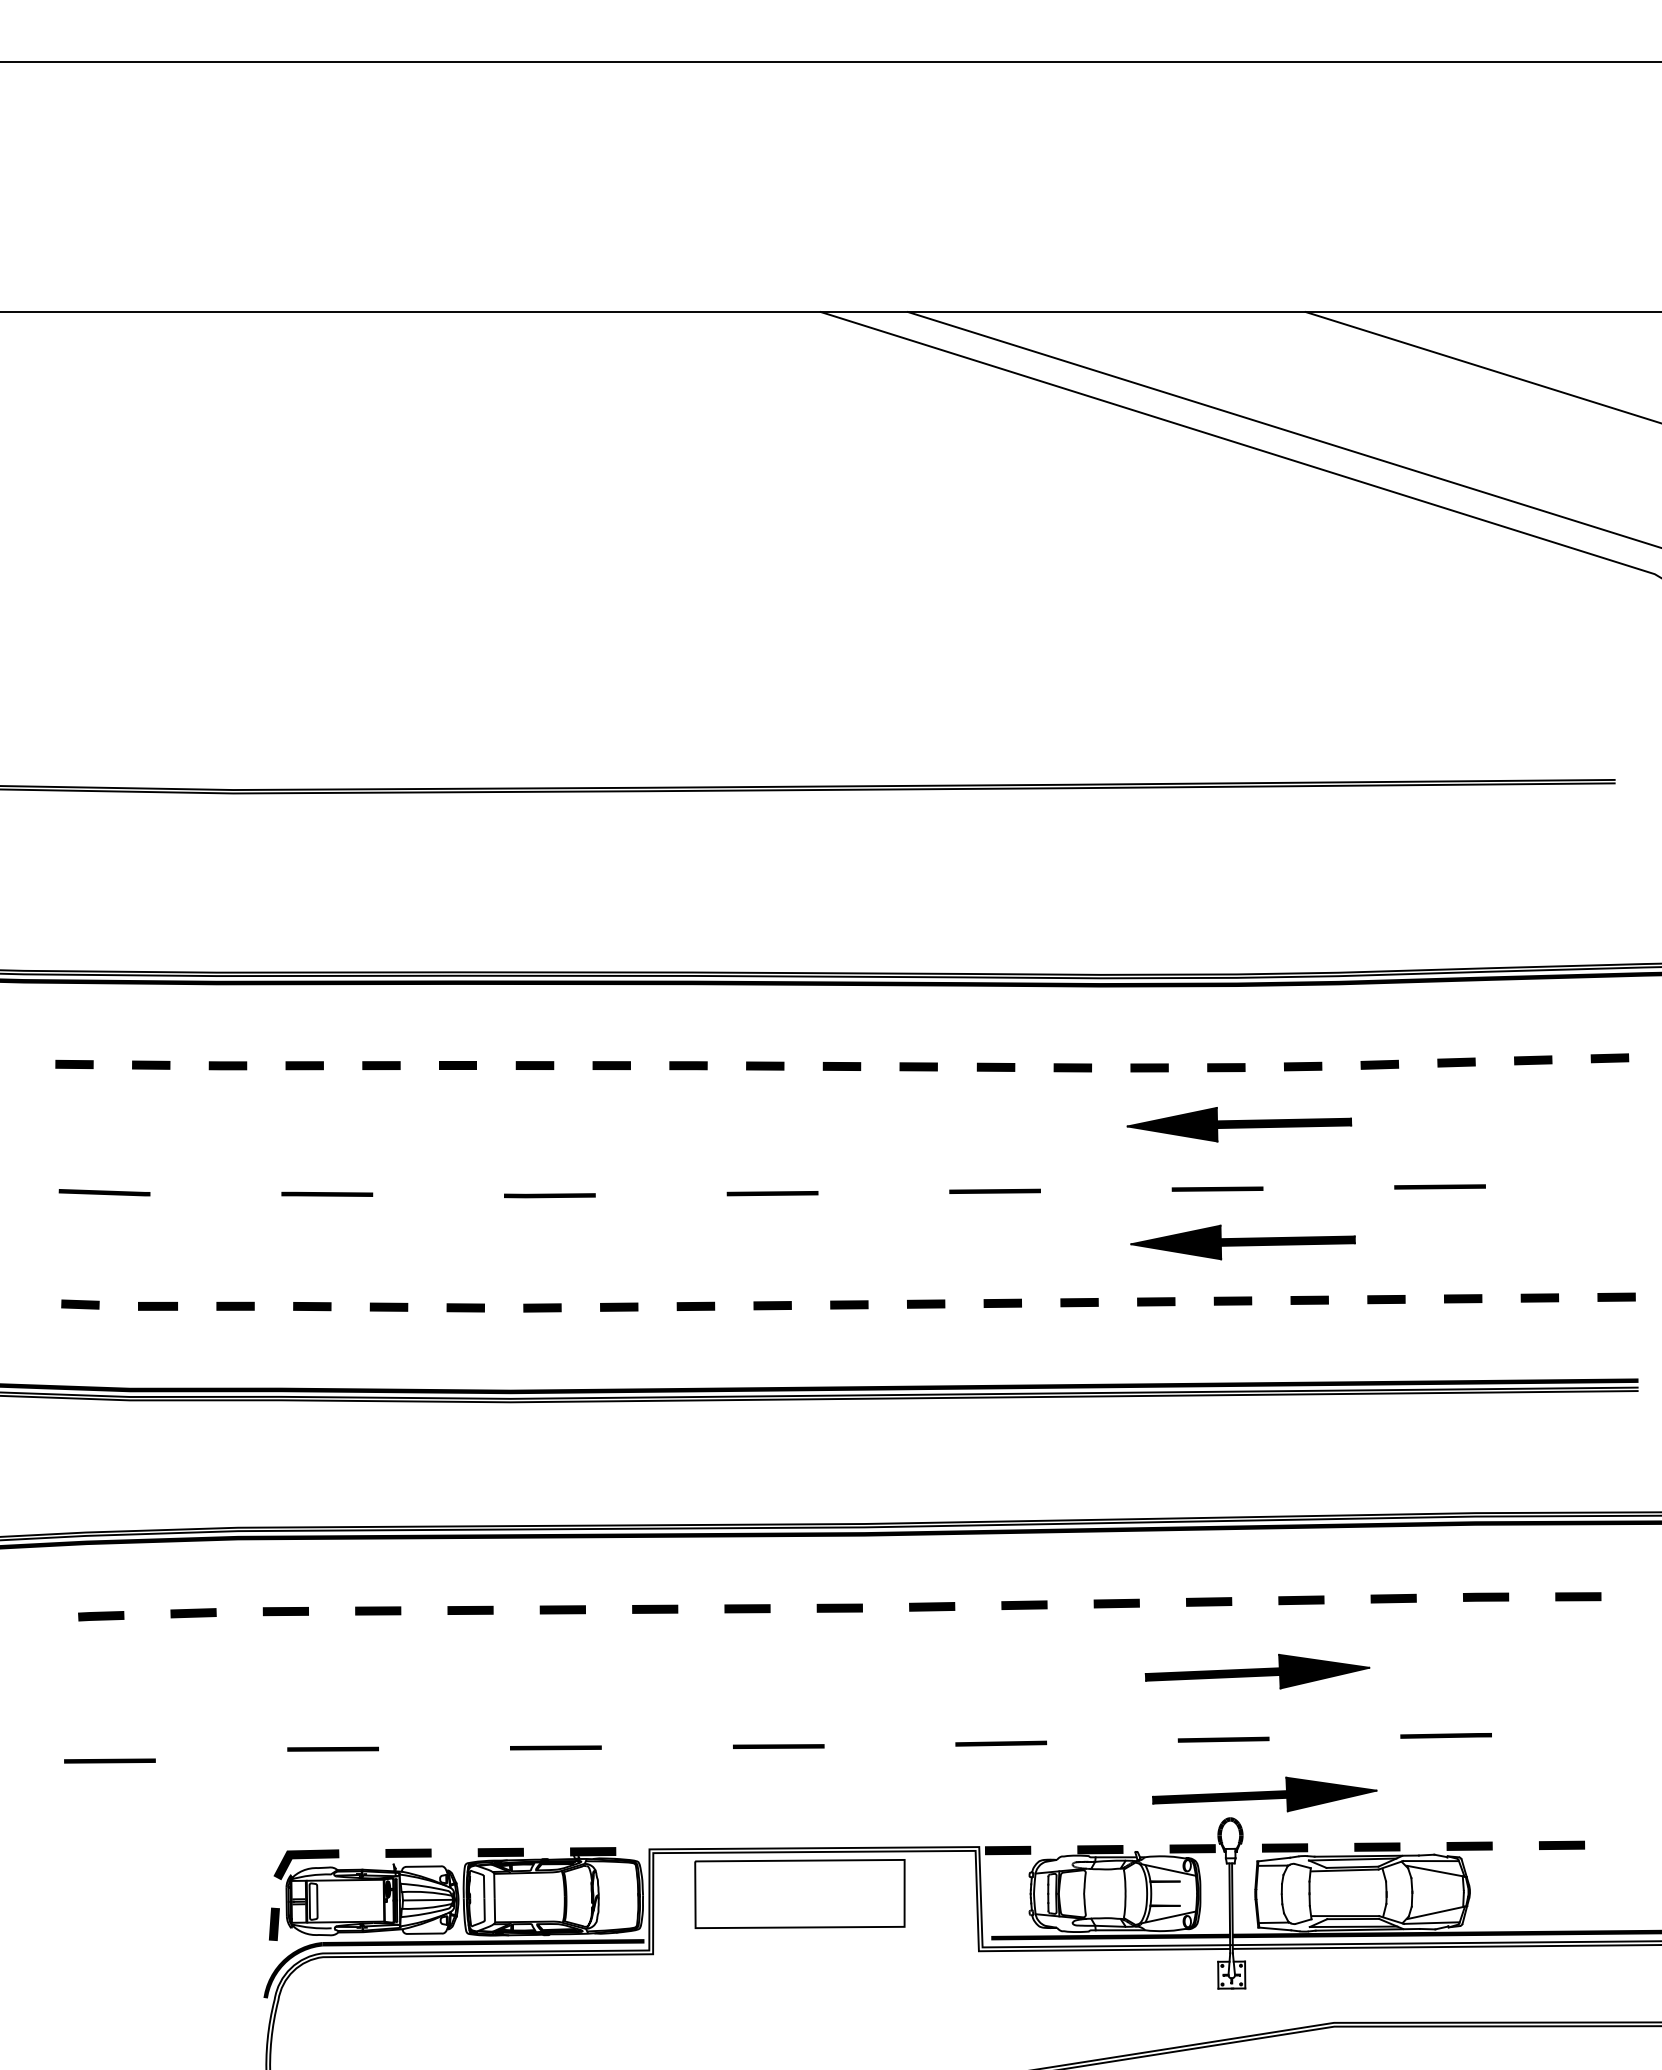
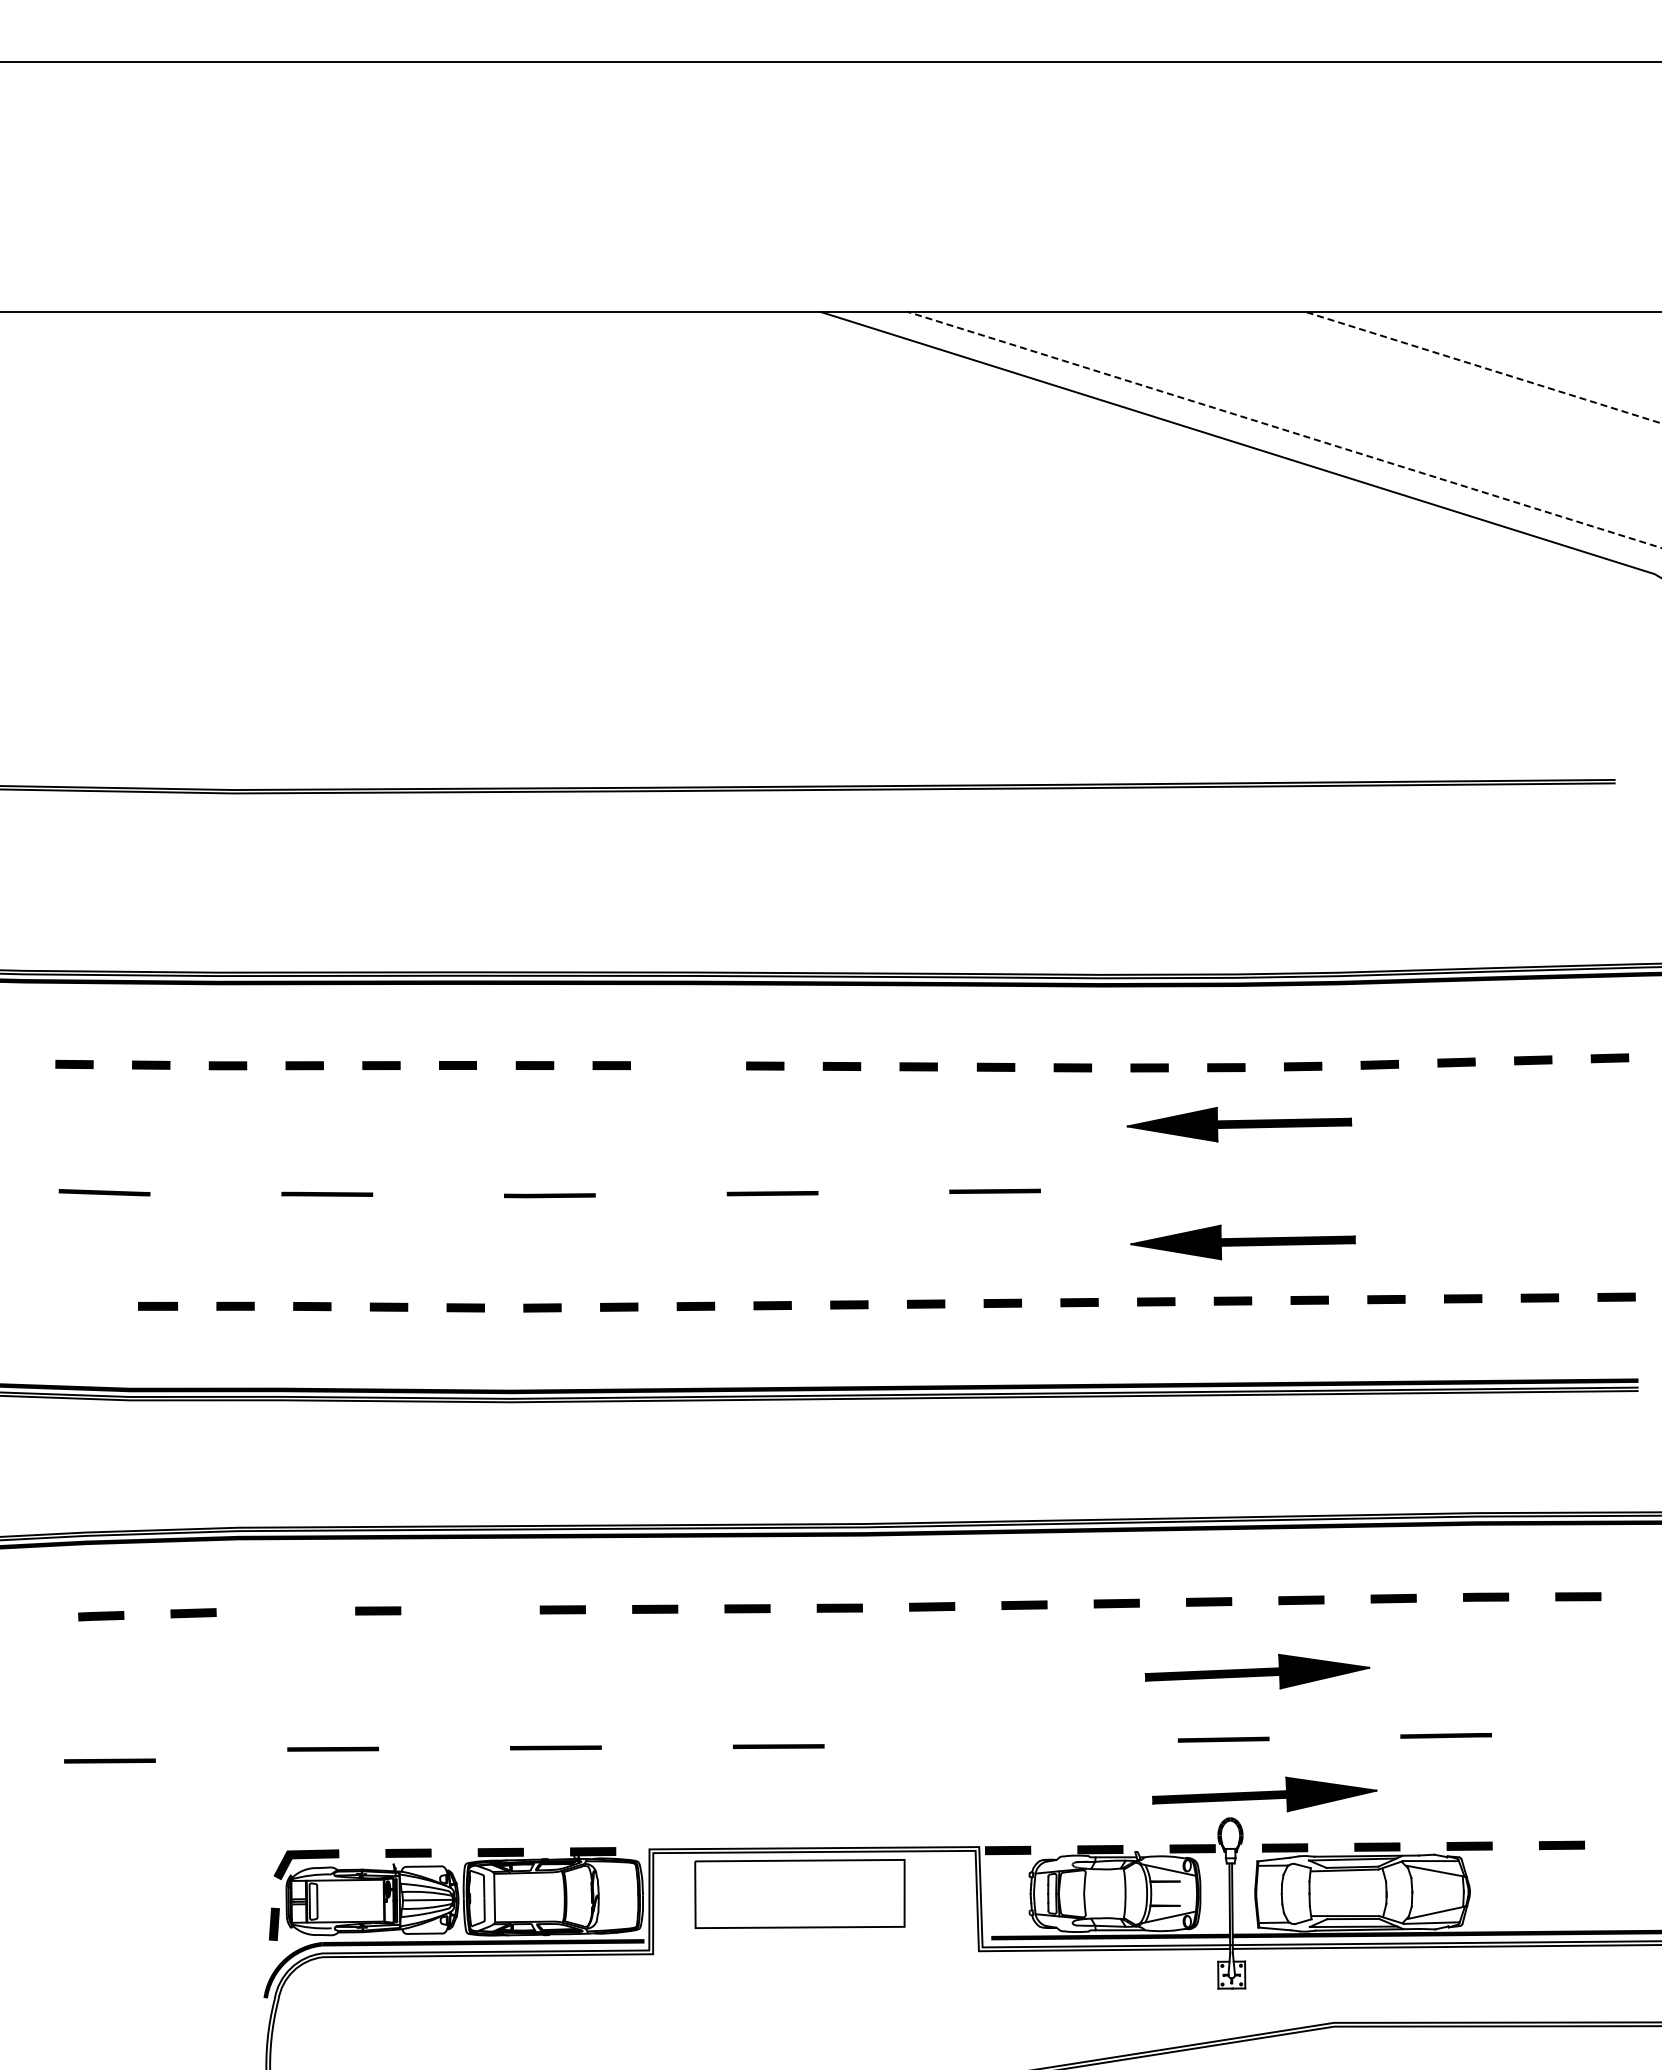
line at (1483, 367): solid -> dashed
line at (1283, 429): solid -> dashed
line at (688, 1065): present -> none
line at (1439, 1186): present -> none
line at (1217, 1188): present -> none
line at (80, 1304): present -> none
line at (470, 1609): present -> none
line at (285, 1611): present -> none
line at (1001, 1743): present -> none
